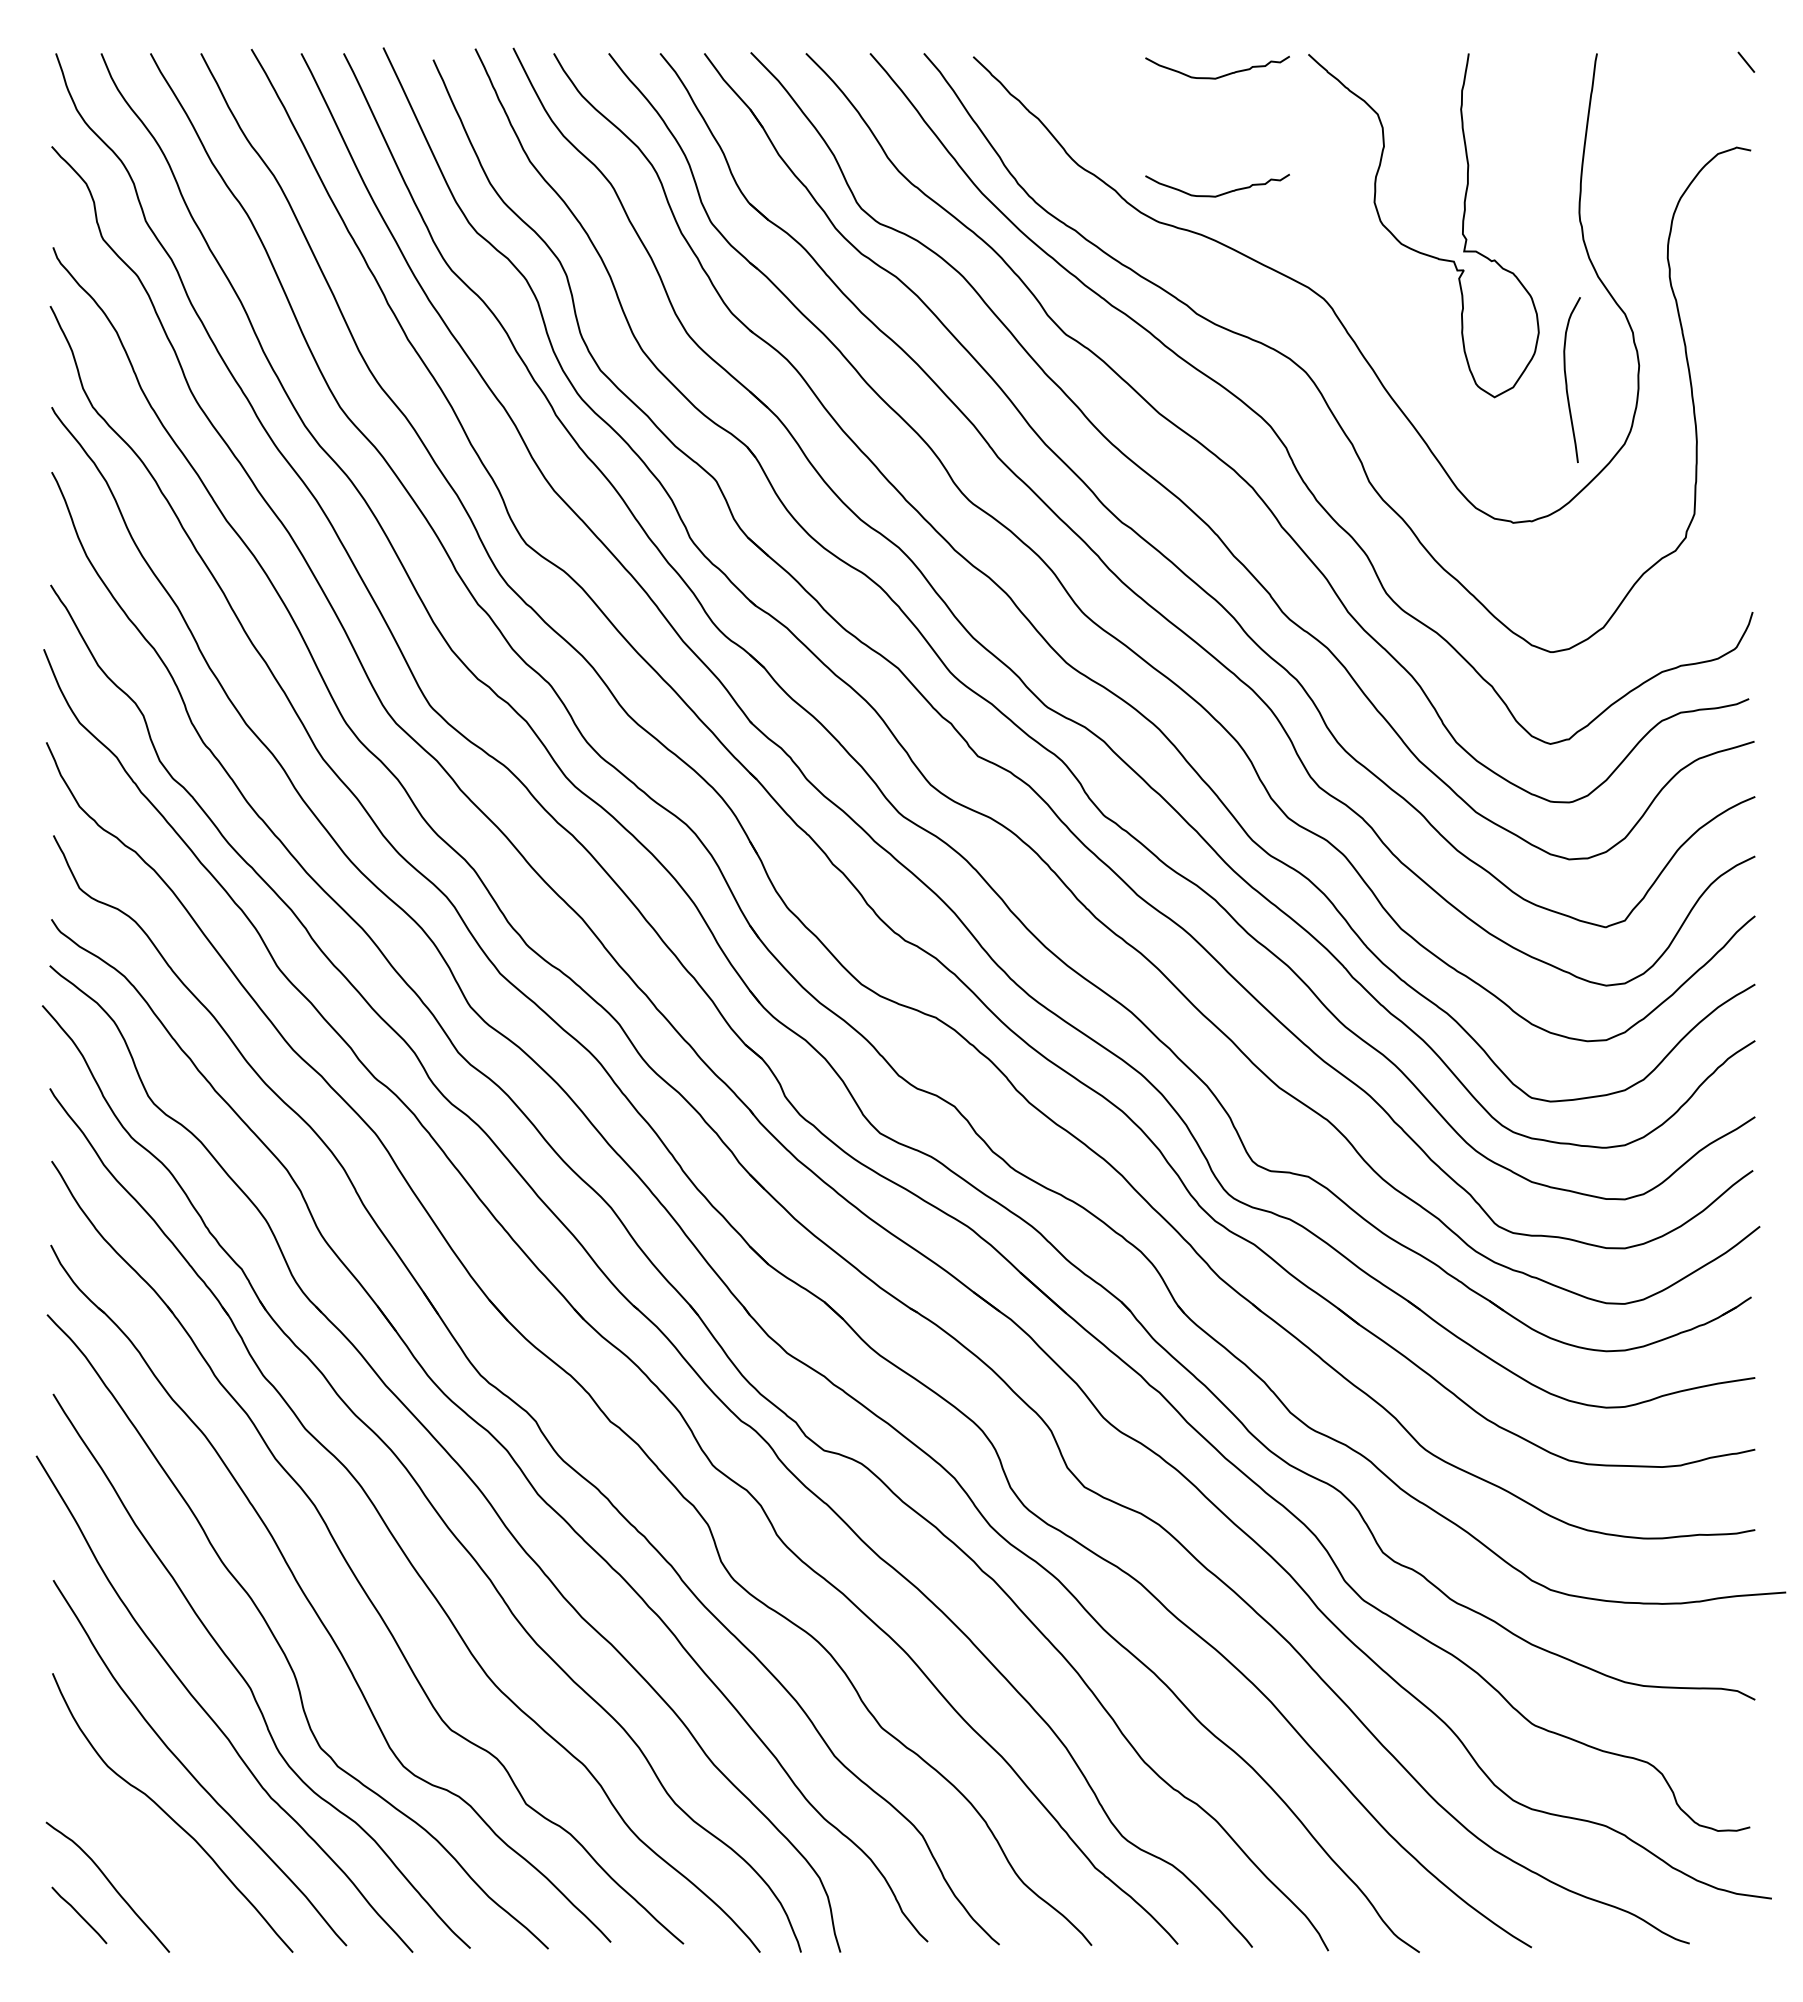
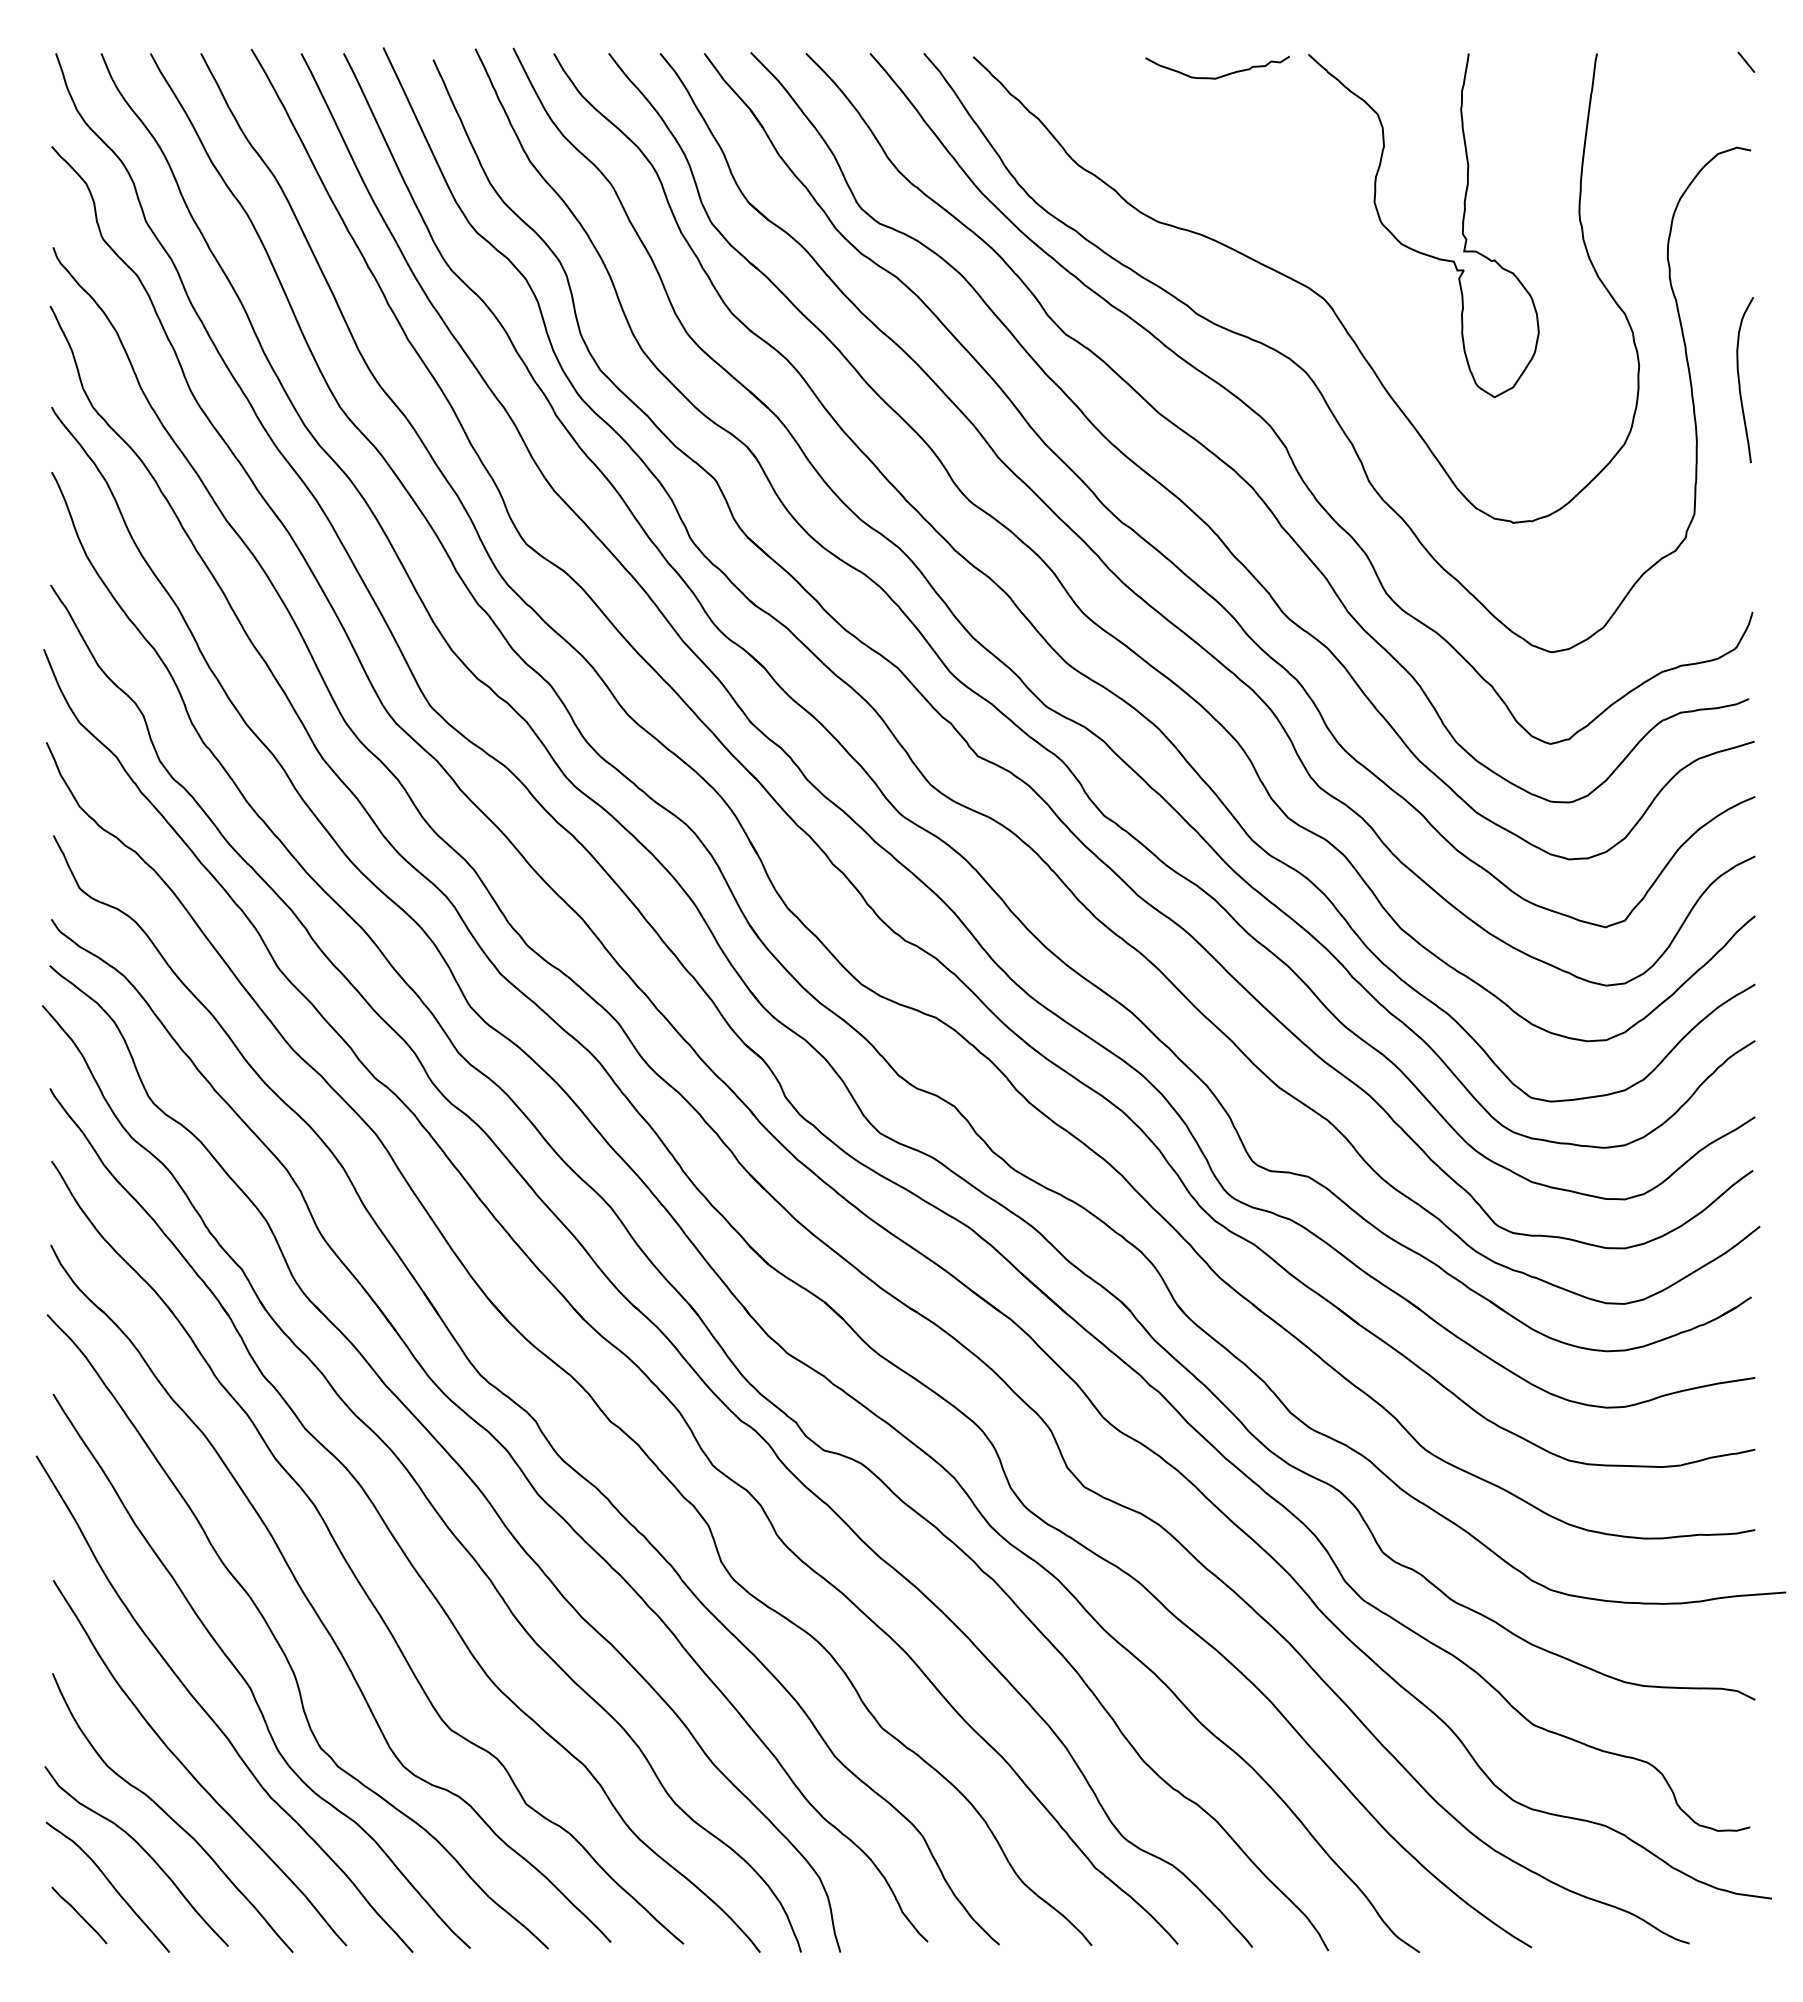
curve at (1221, 193): present -> none
curve at (1566, 379) position: (1566, 379) -> (1739, 379)
curve at (142, 1849): none -> present
